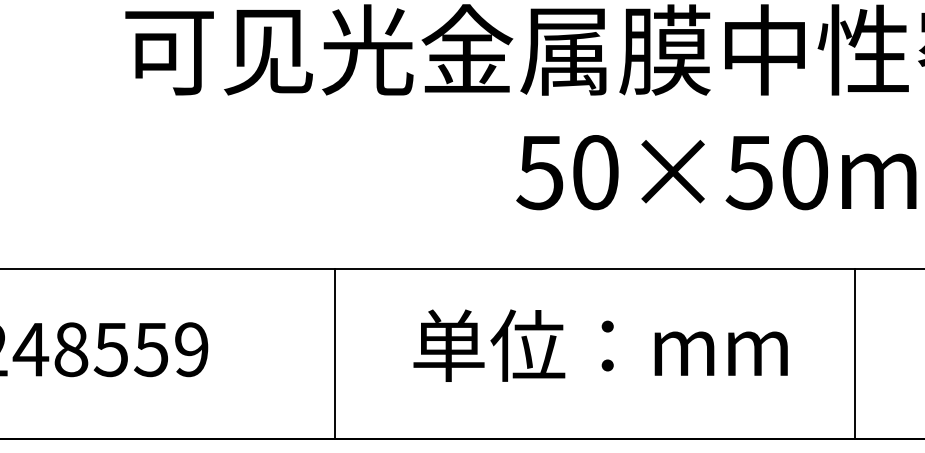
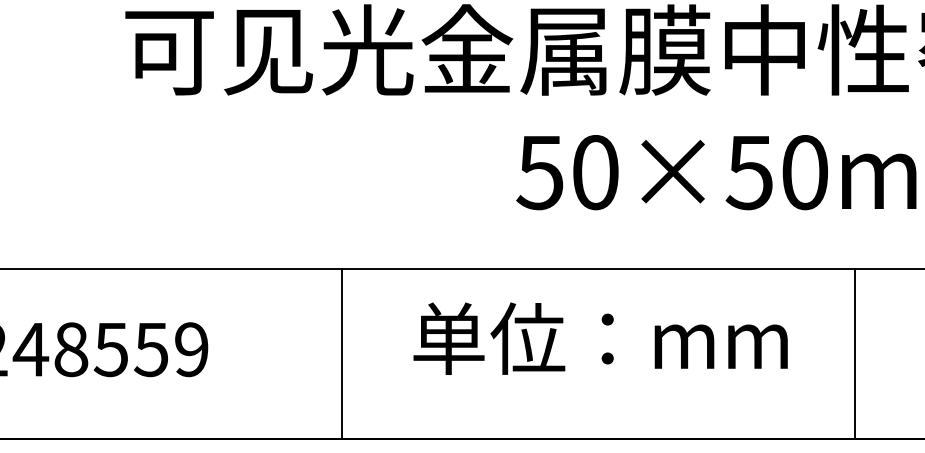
text at (600, 345) position: (600, 345) -> (600, 338)
line at (335, 354) position: (335, 354) -> (342, 354)
